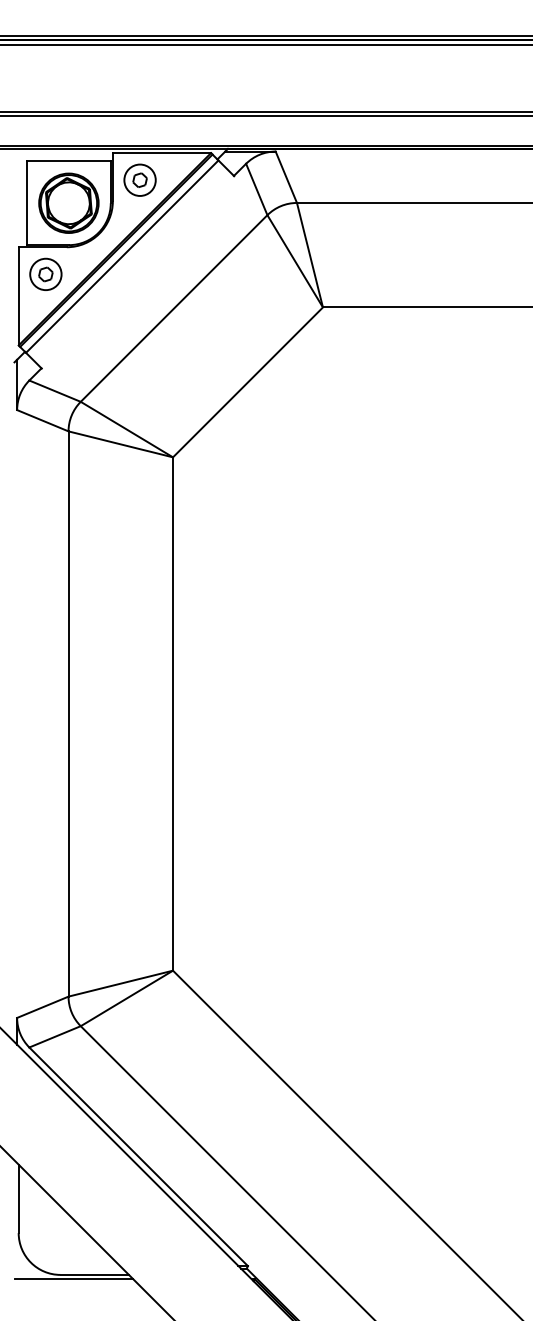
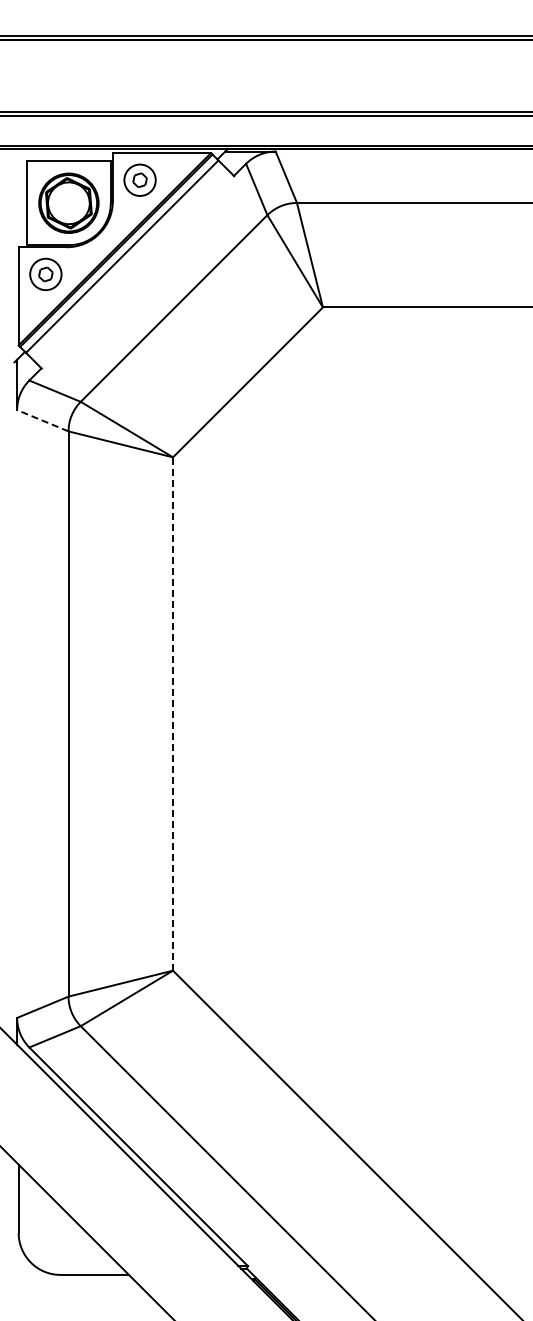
line at (265, 45): present -> none
line at (42, 420): solid -> dashed
line at (173, 714): solid -> dashed
line at (73, 1279): present -> none
